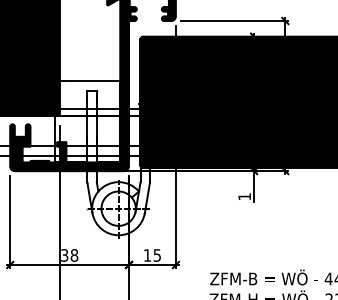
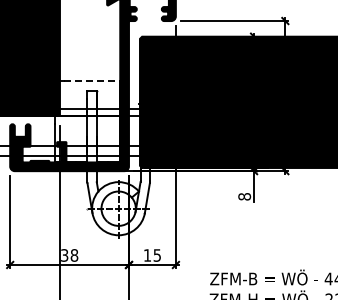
line at (92, 80): solid -> dashed
text at (244, 196): 1 -> 8
